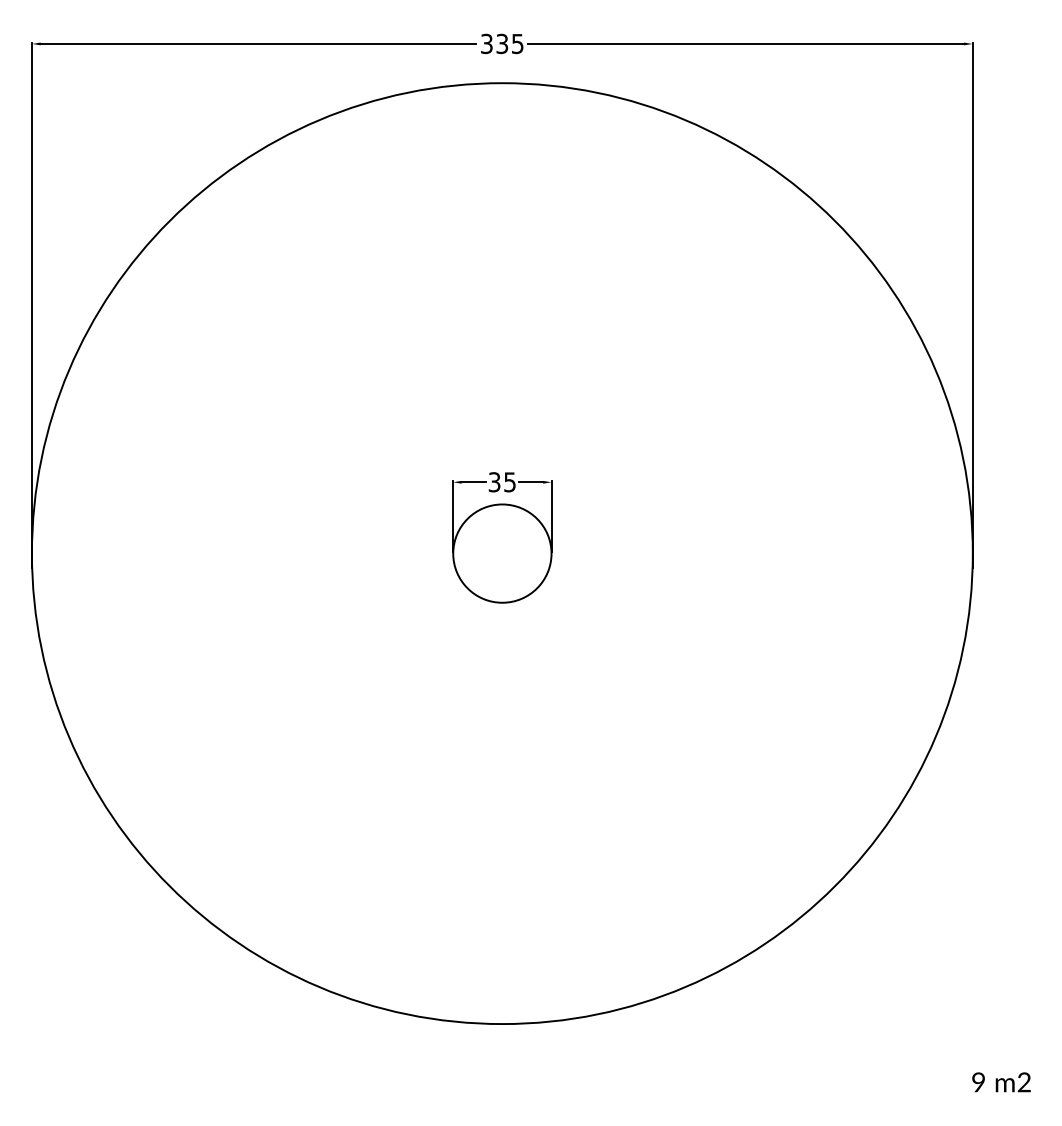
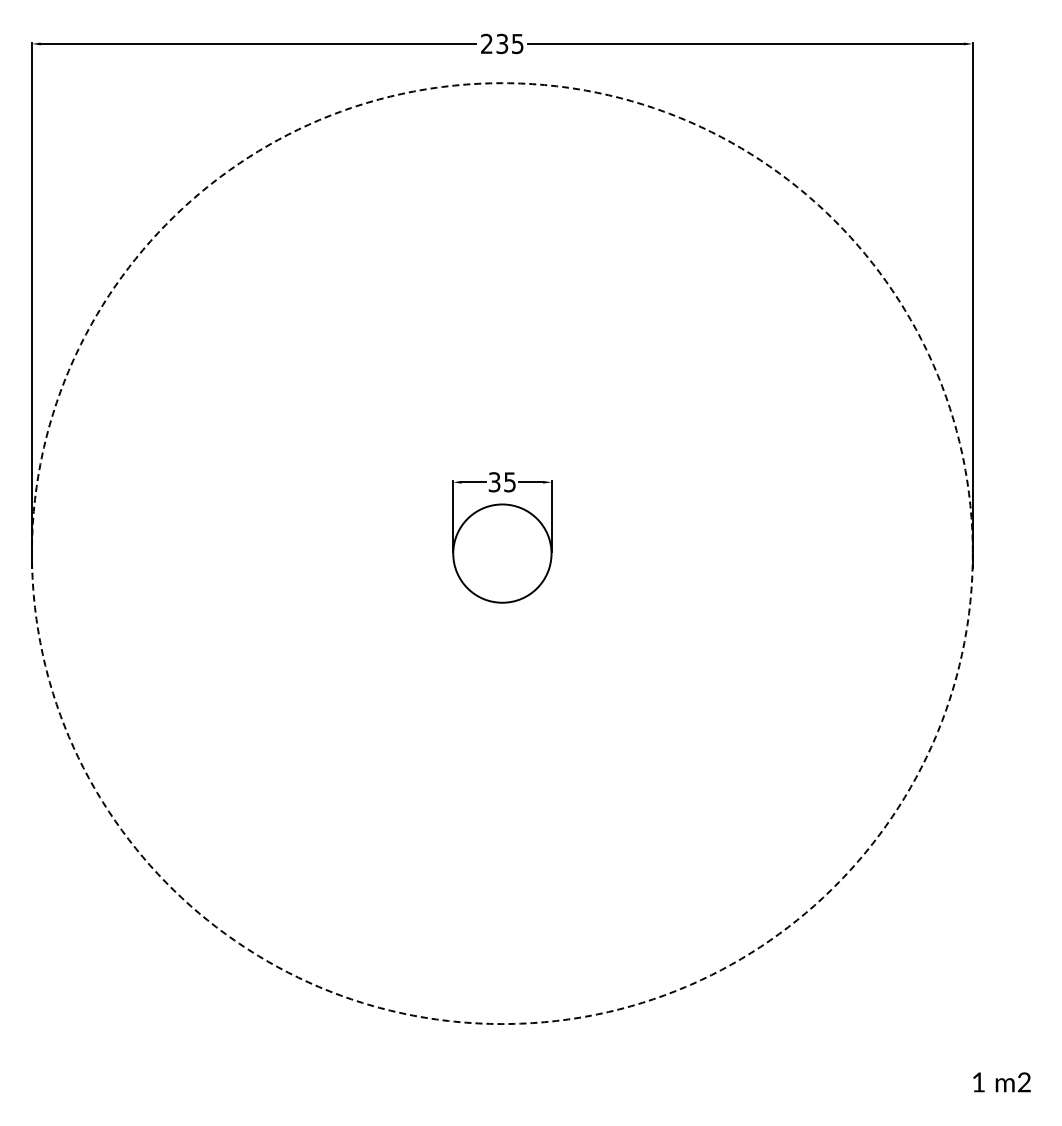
text at (486, 44): 335 -> 235
circle at (501, 553): solid -> dashed
text at (978, 1082): 9 -> 1
